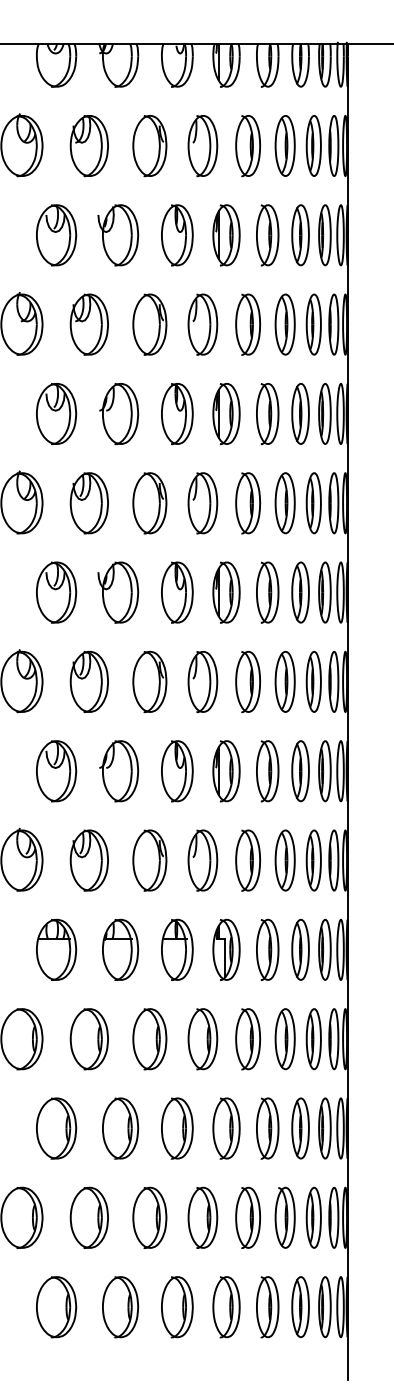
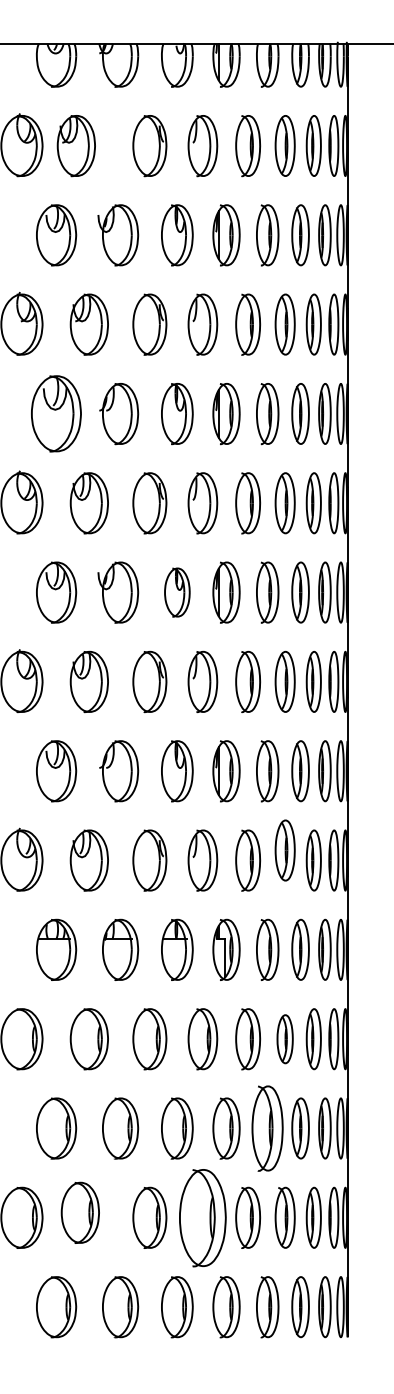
part at (88, 146) position: (88, 146) -> (75, 146)
part at (56, 414) size: 42x63 px -> 51x78 px
part at (177, 592) size: 33x63 px -> 27x51 px
part at (284, 860) position: (284, 860) -> (284, 850)
part at (284, 1039) size: 22x63 px -> 18x51 px
part at (267, 1128) size: 24x63 px -> 33x87 px
part at (88, 1217) position: (88, 1217) -> (79, 1212)
part at (202, 1217) size: 32x63 px -> 48x99 px
line at (348, 1349): present -> none
